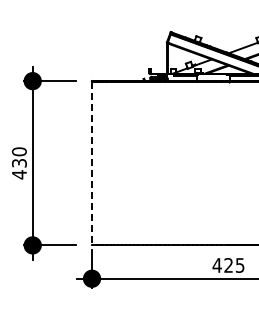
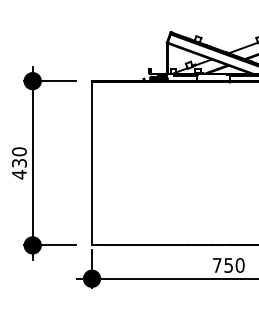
line at (92, 163): dashed -> solid
text at (228, 265): 425 -> 750
